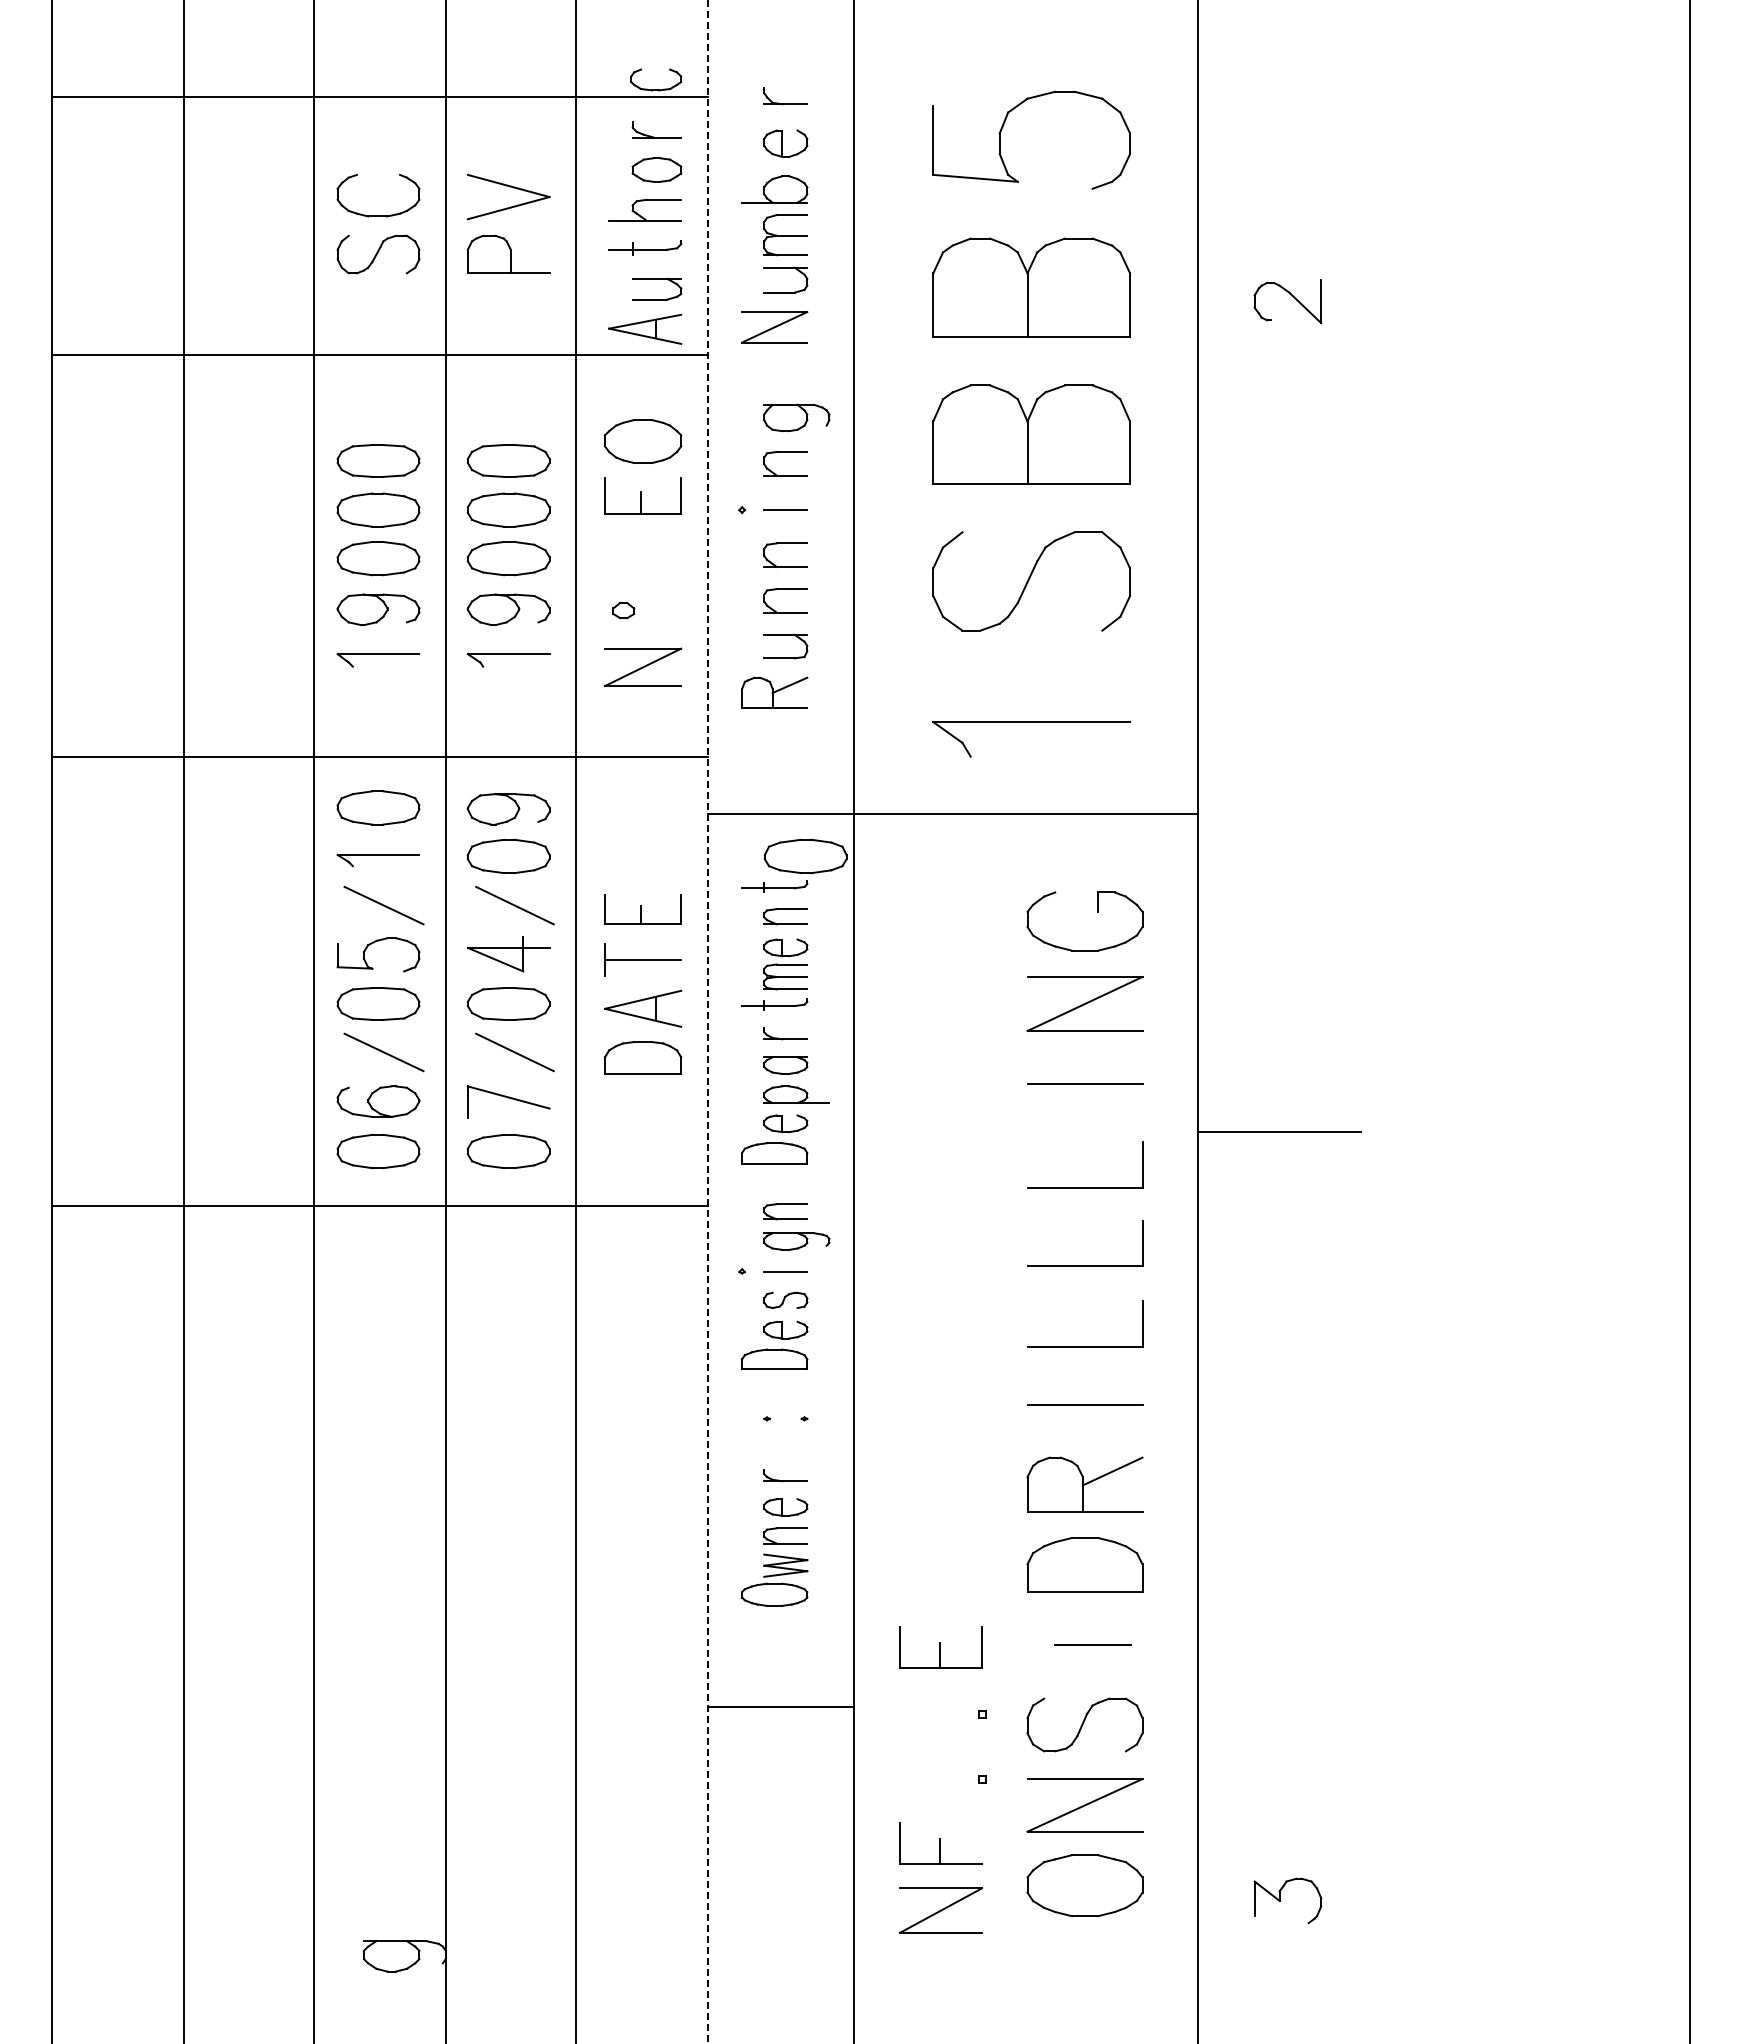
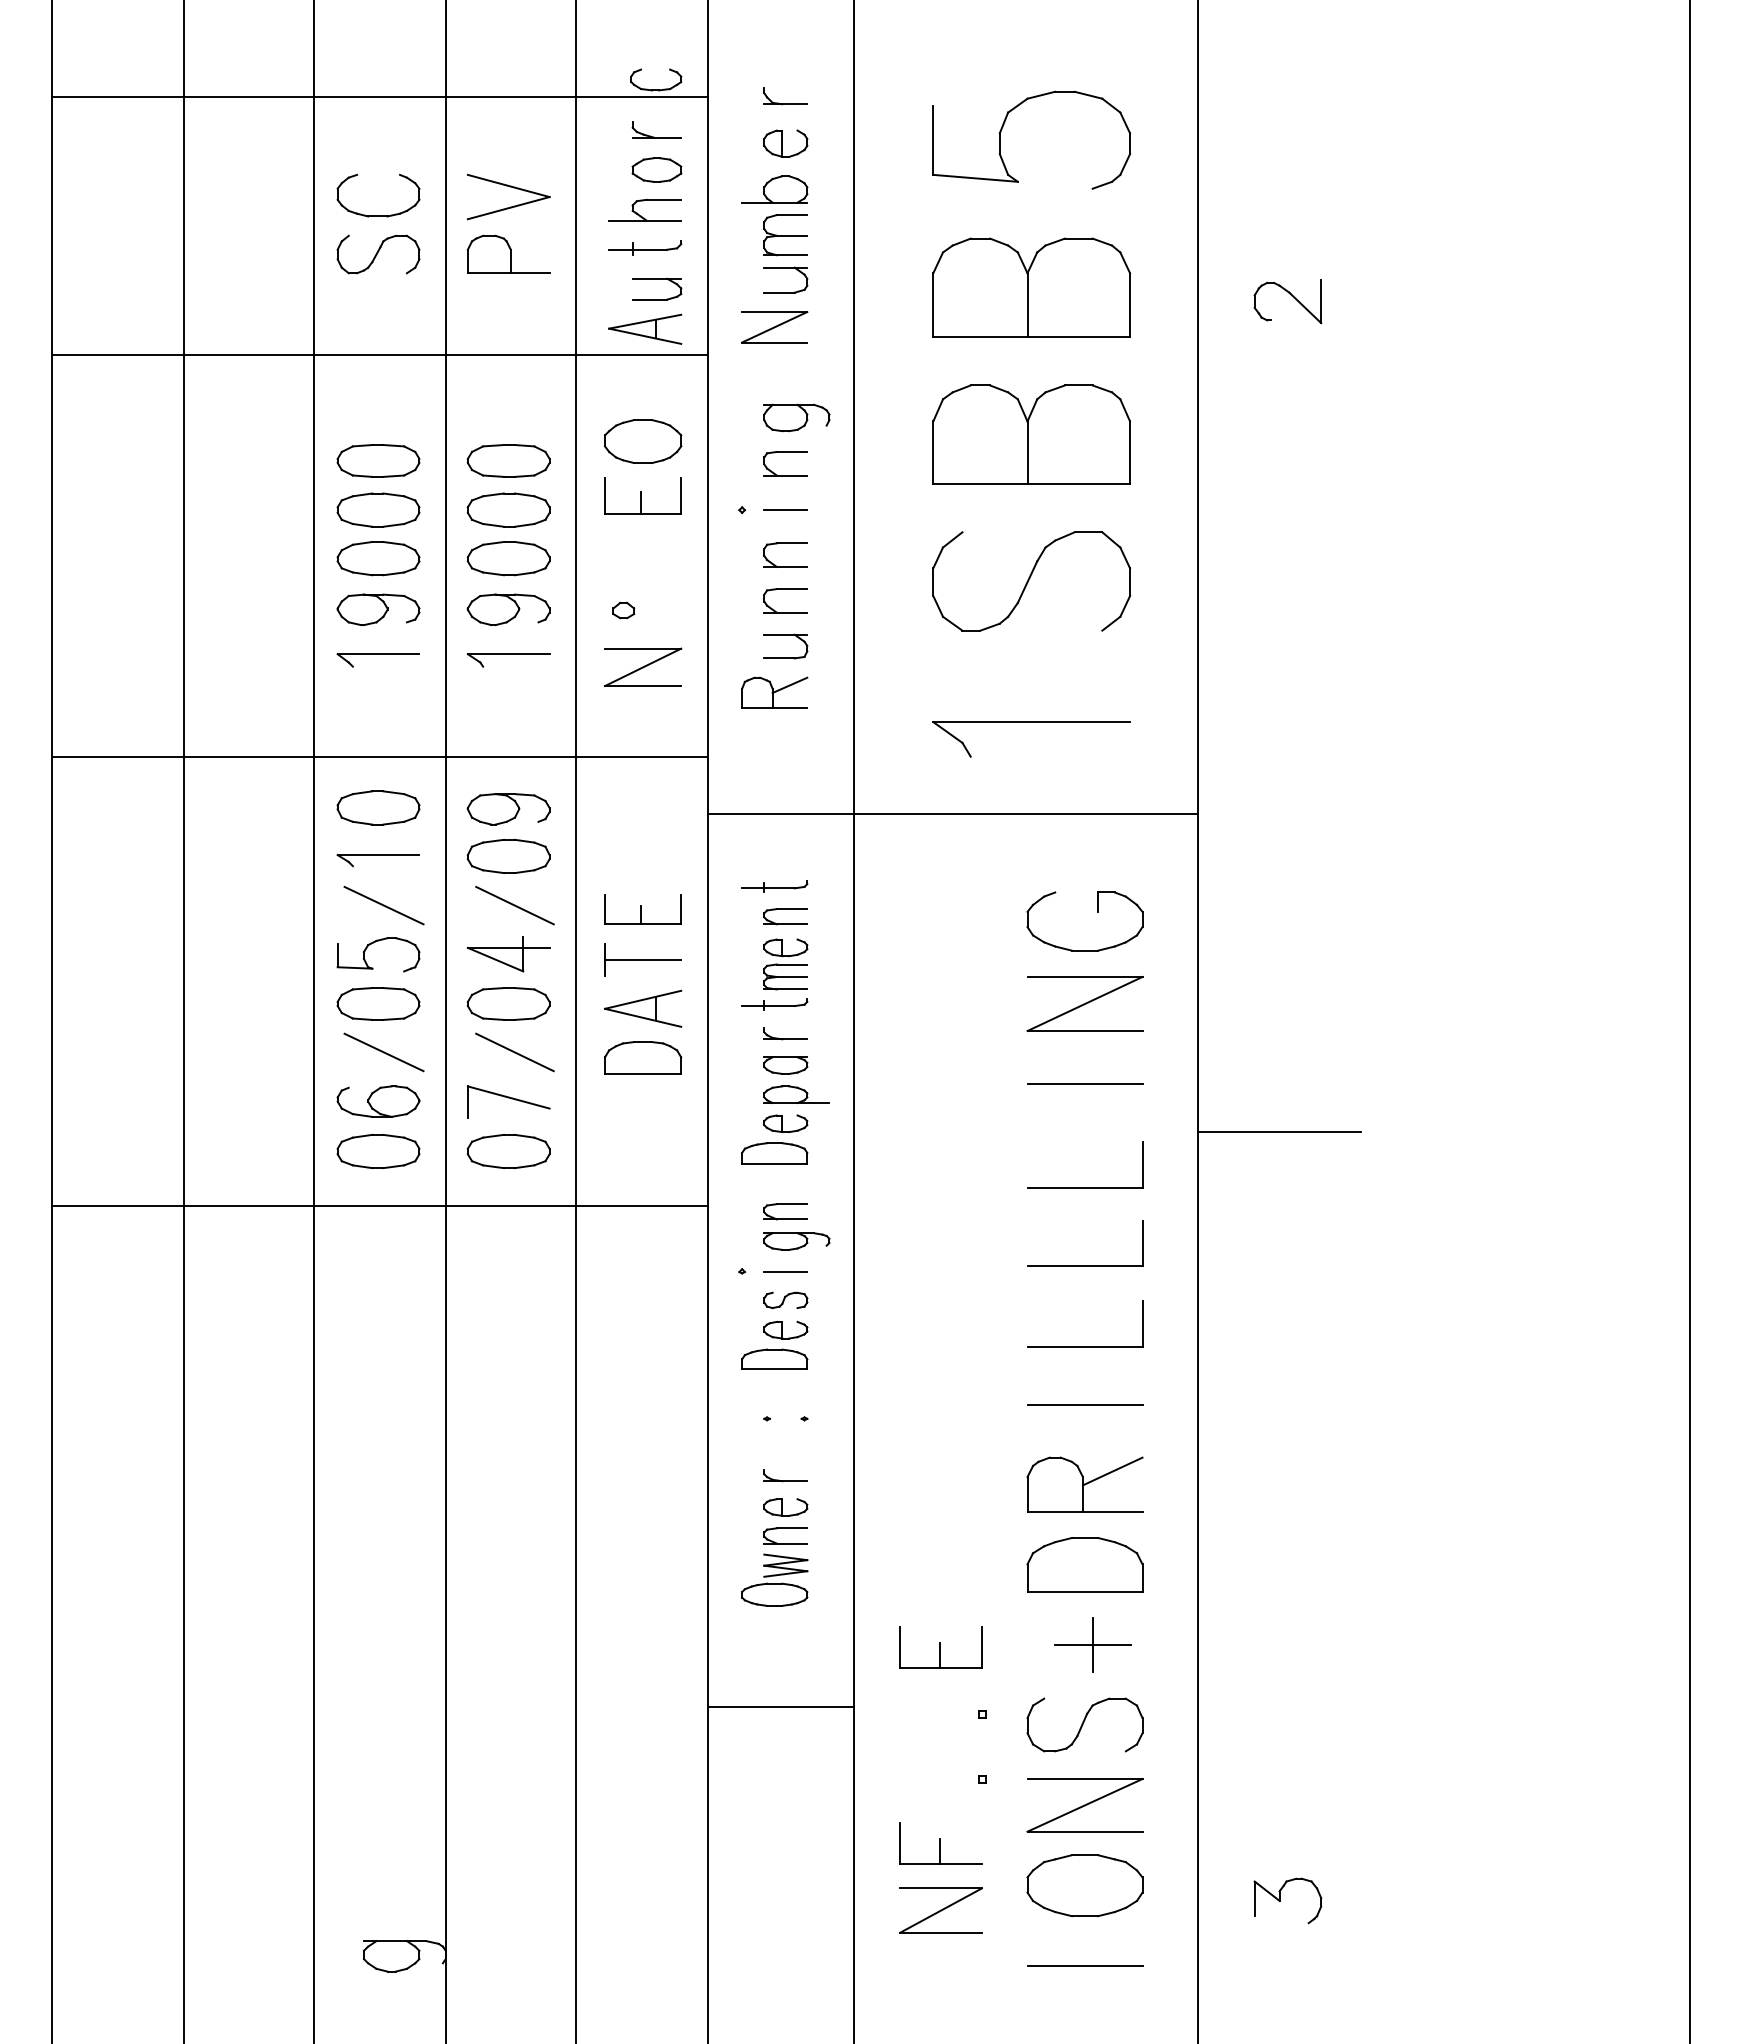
part at (805, 855): present -> none
line at (707, 1021): dashed -> solid
line at (1092, 1645): none -> present
line at (1084, 1966): none -> present
